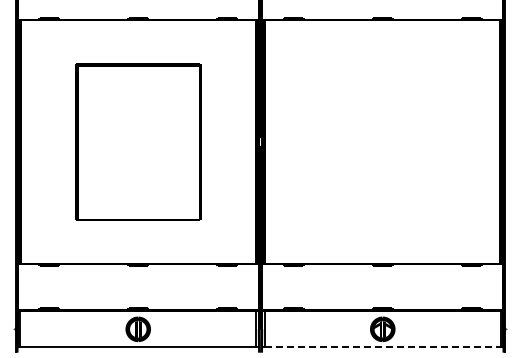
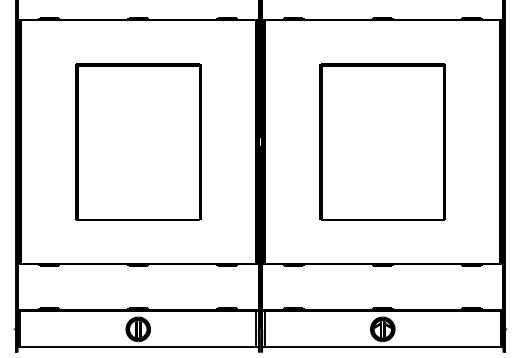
part at (382, 141): none -> present
line at (382, 347): dashed -> solid
